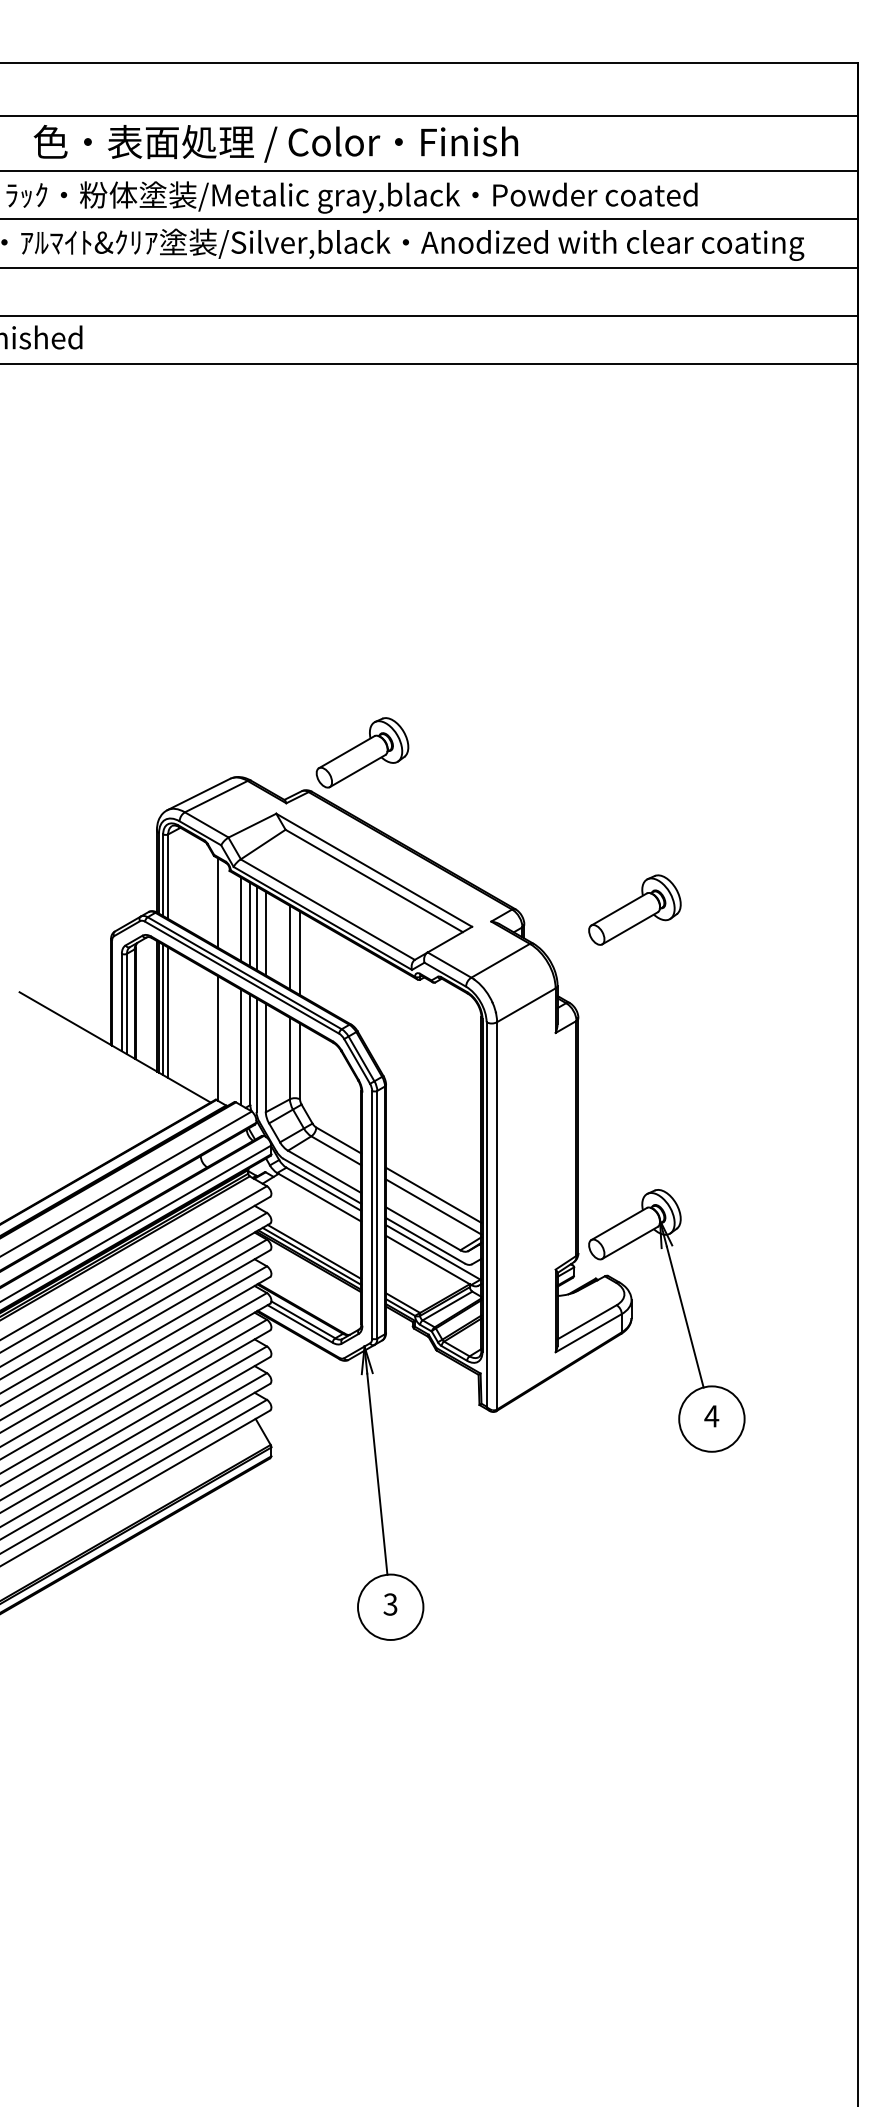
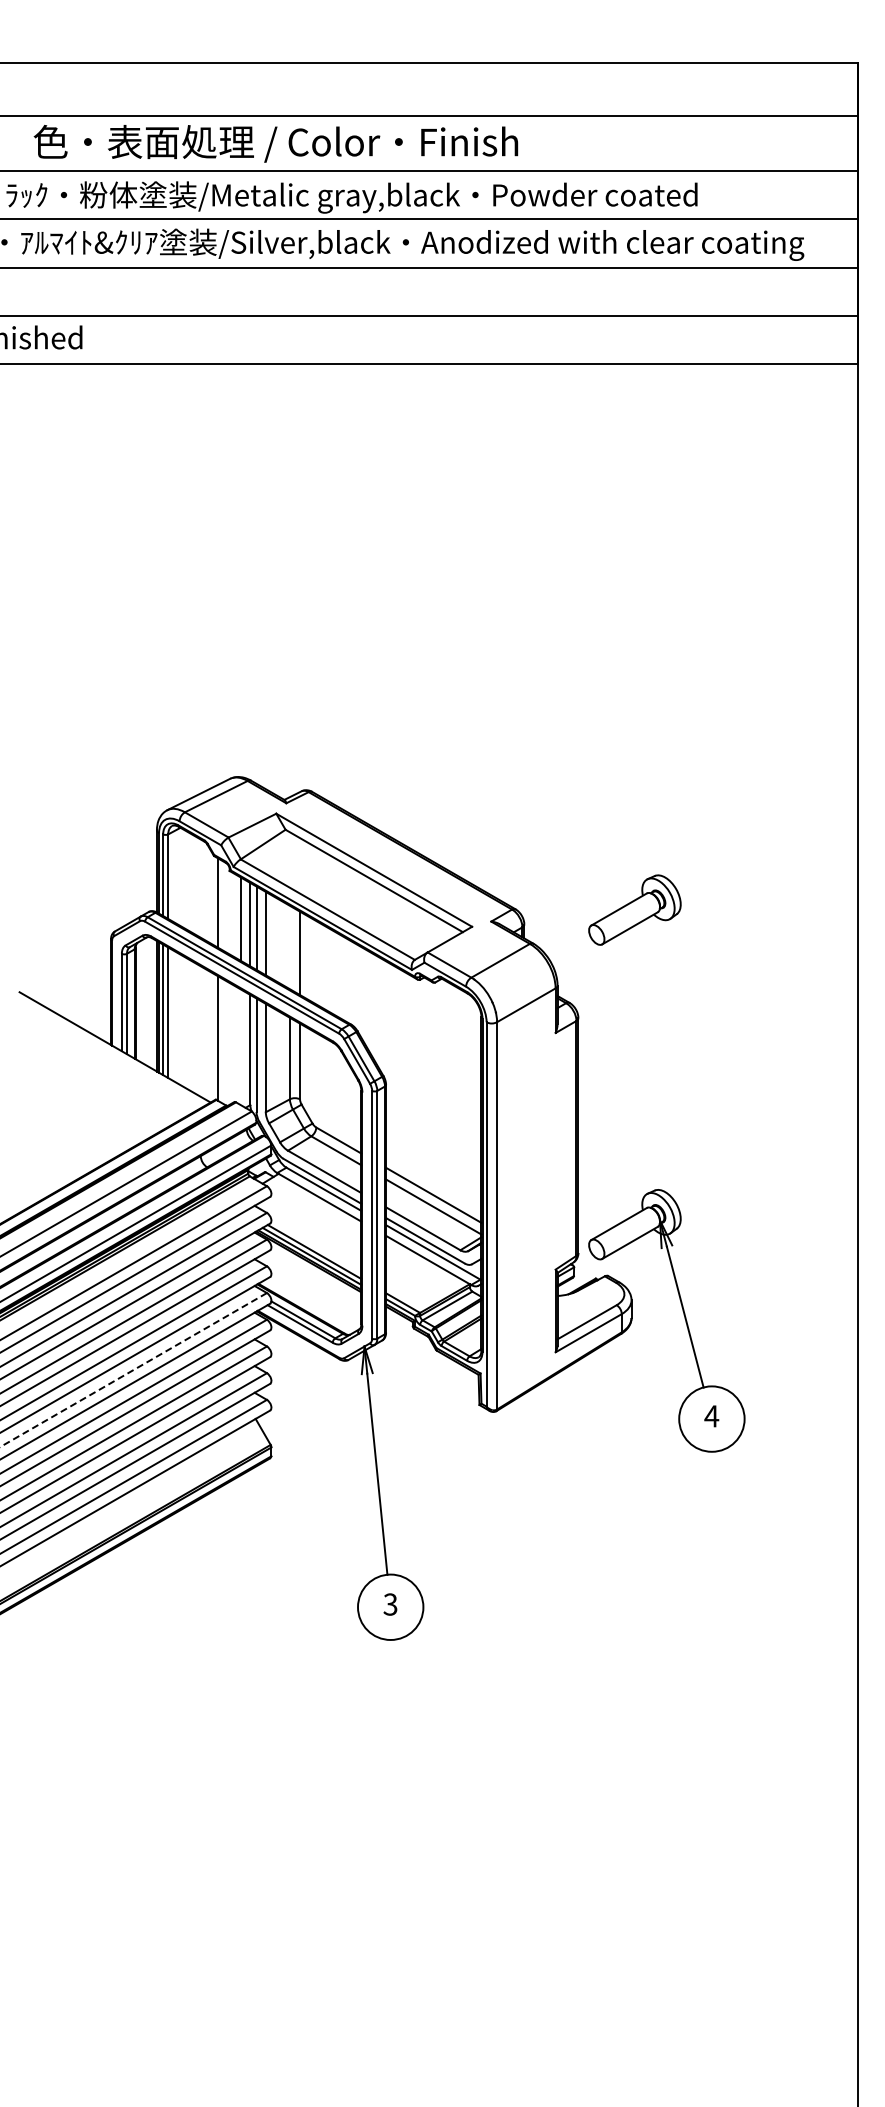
part at (362, 752): present -> none
line at (289, 947): present -> none
line at (241, 1047): present -> none
line at (133, 1369): solid -> dashed
